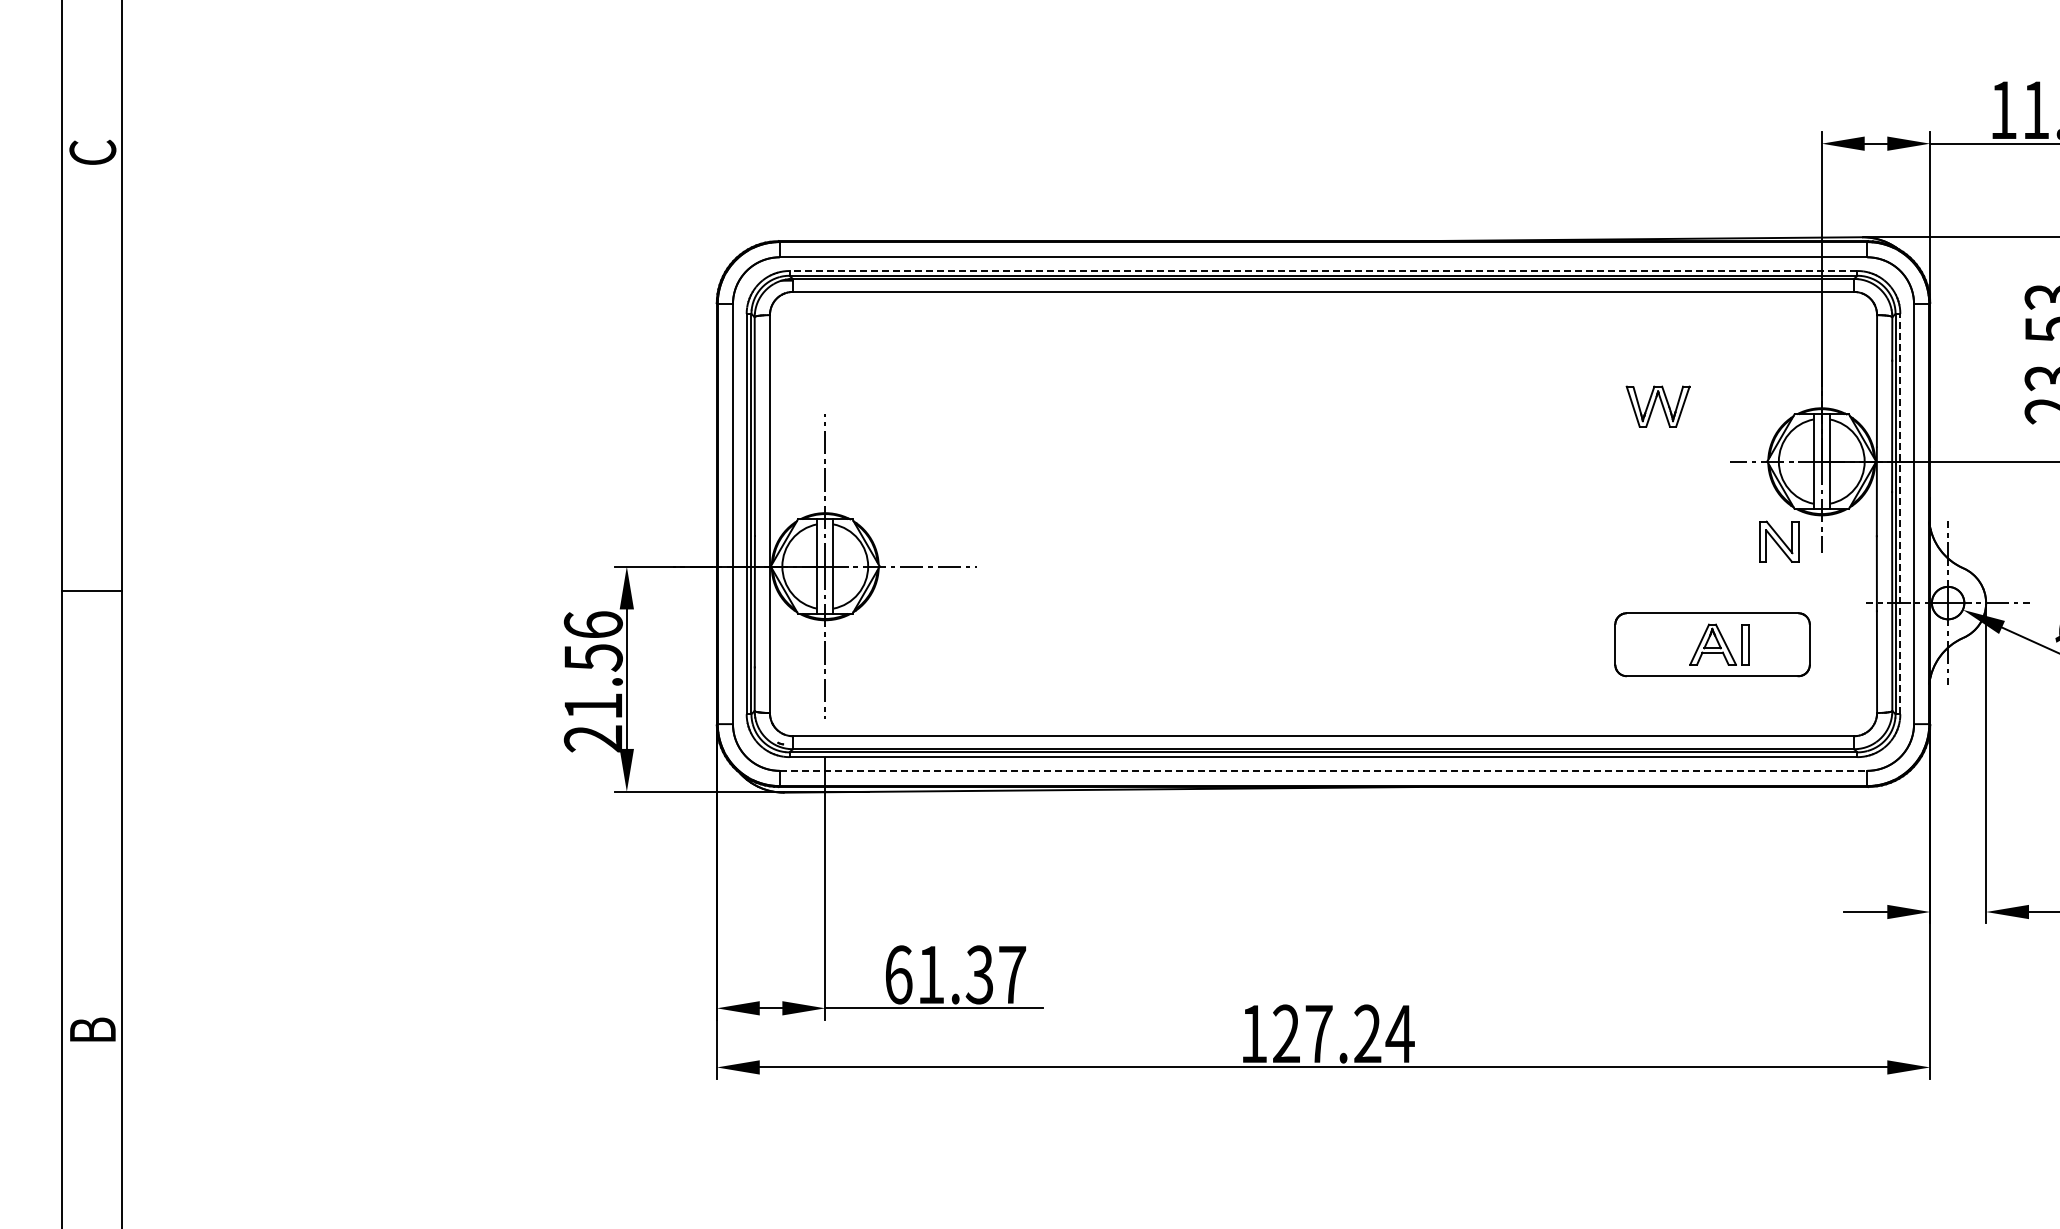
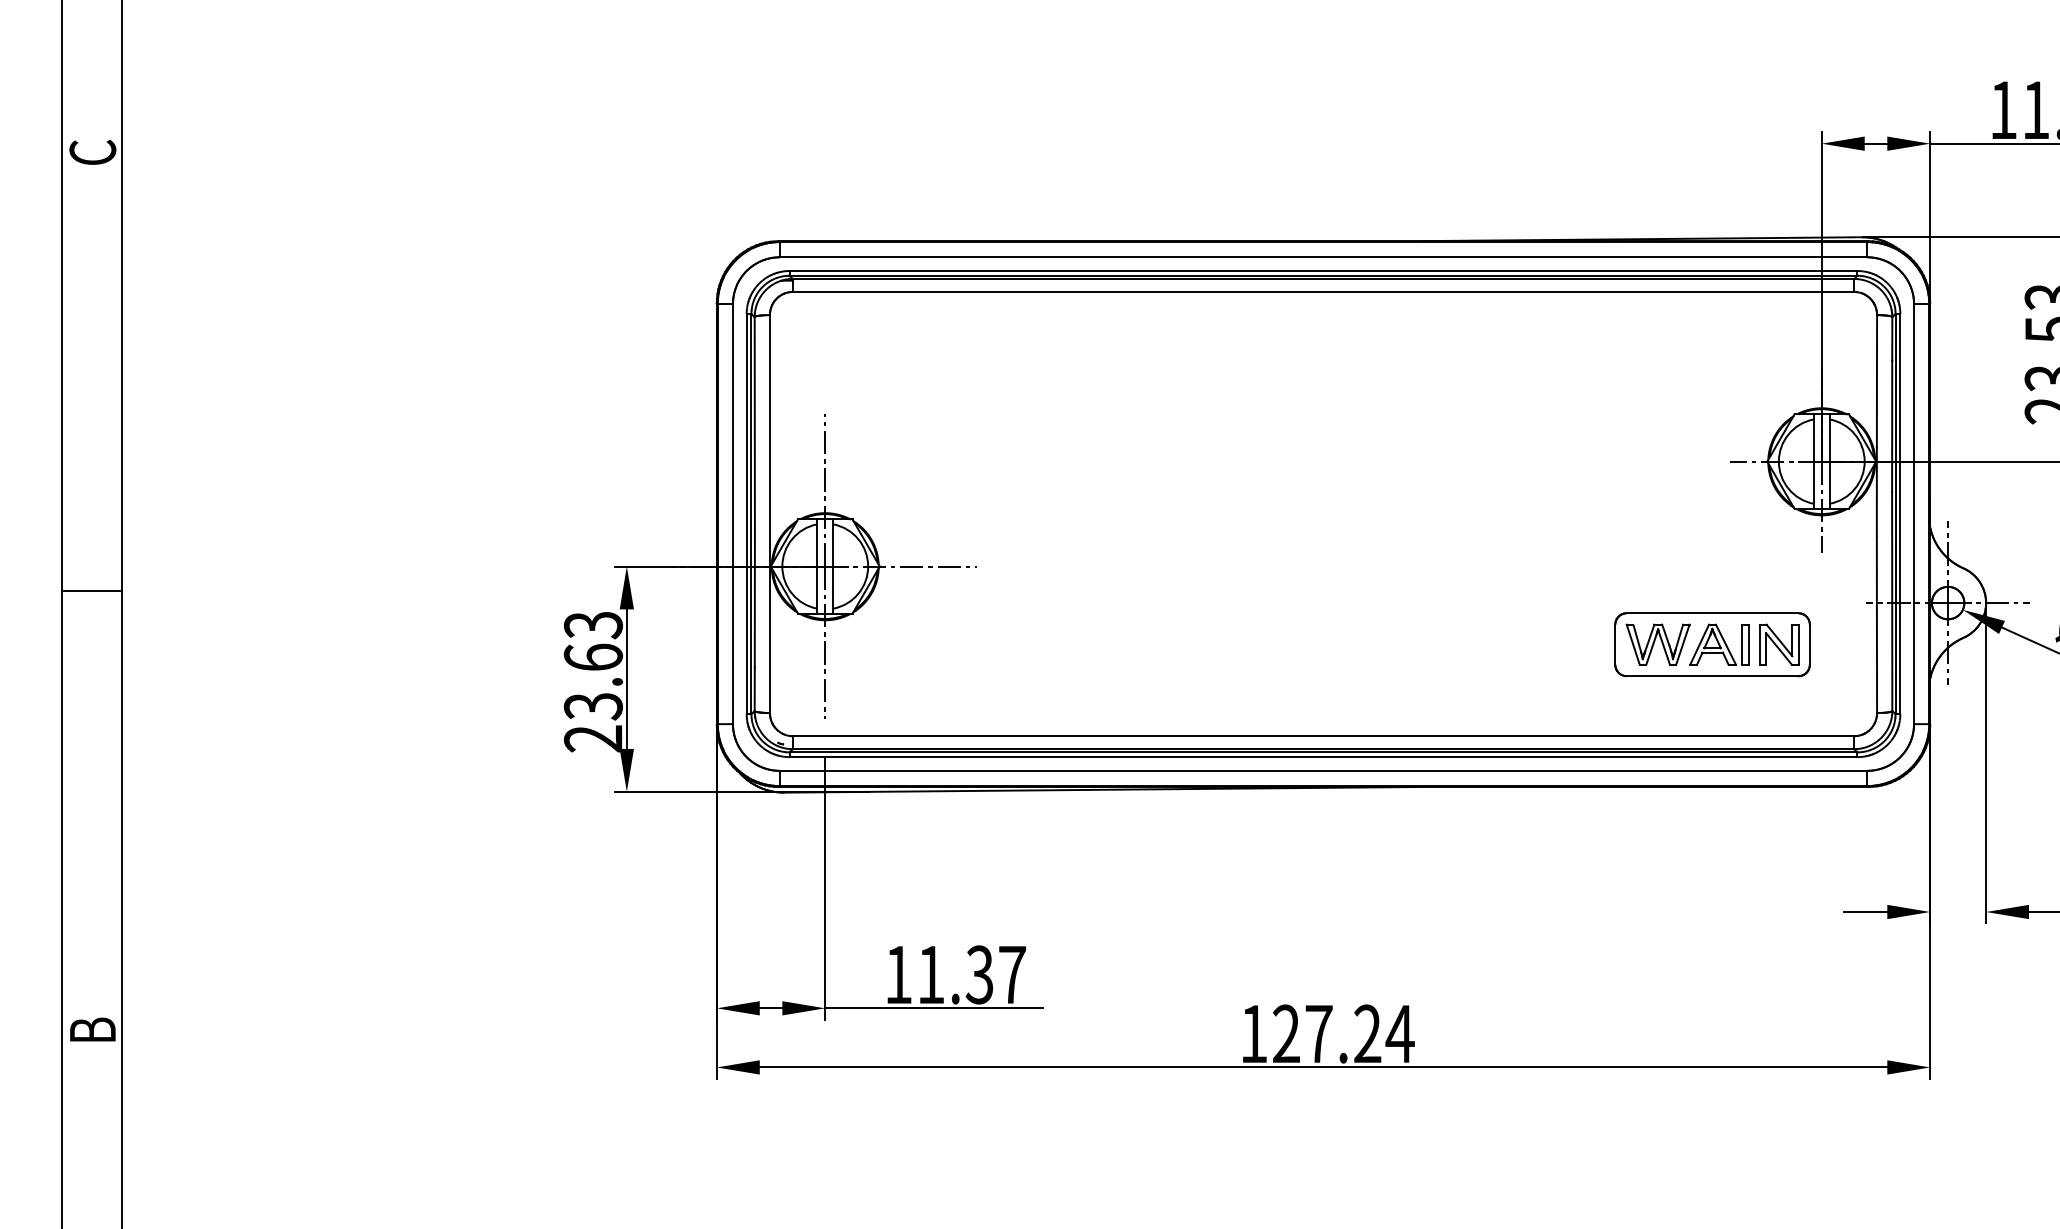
line at (1323, 271): dashed -> solid
part at (1657, 406) position: (1657, 406) -> (1657, 644)
line at (1900, 513): dashed -> solid
part at (1779, 541) position: (1779, 541) -> (1779, 644)
text at (592, 665): 21.56 -> 23.63
line at (1323, 770): dashed -> solid
text at (899, 974): 61.37 -> 11.37
